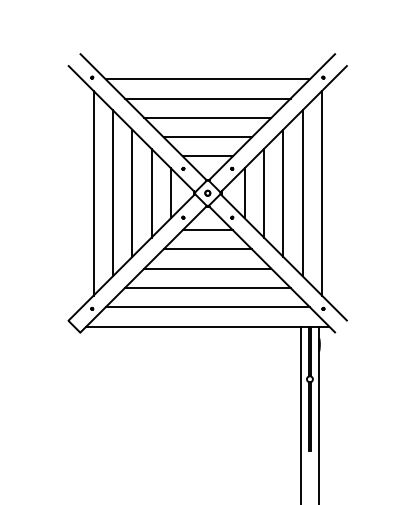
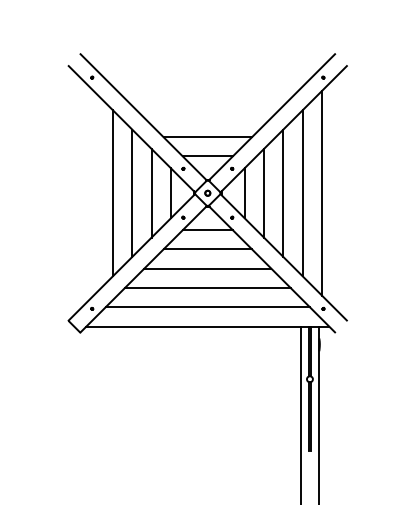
line at (207, 79): present -> none
line at (207, 98): present -> none
line at (207, 117): present -> none
line at (93, 193): present -> none
